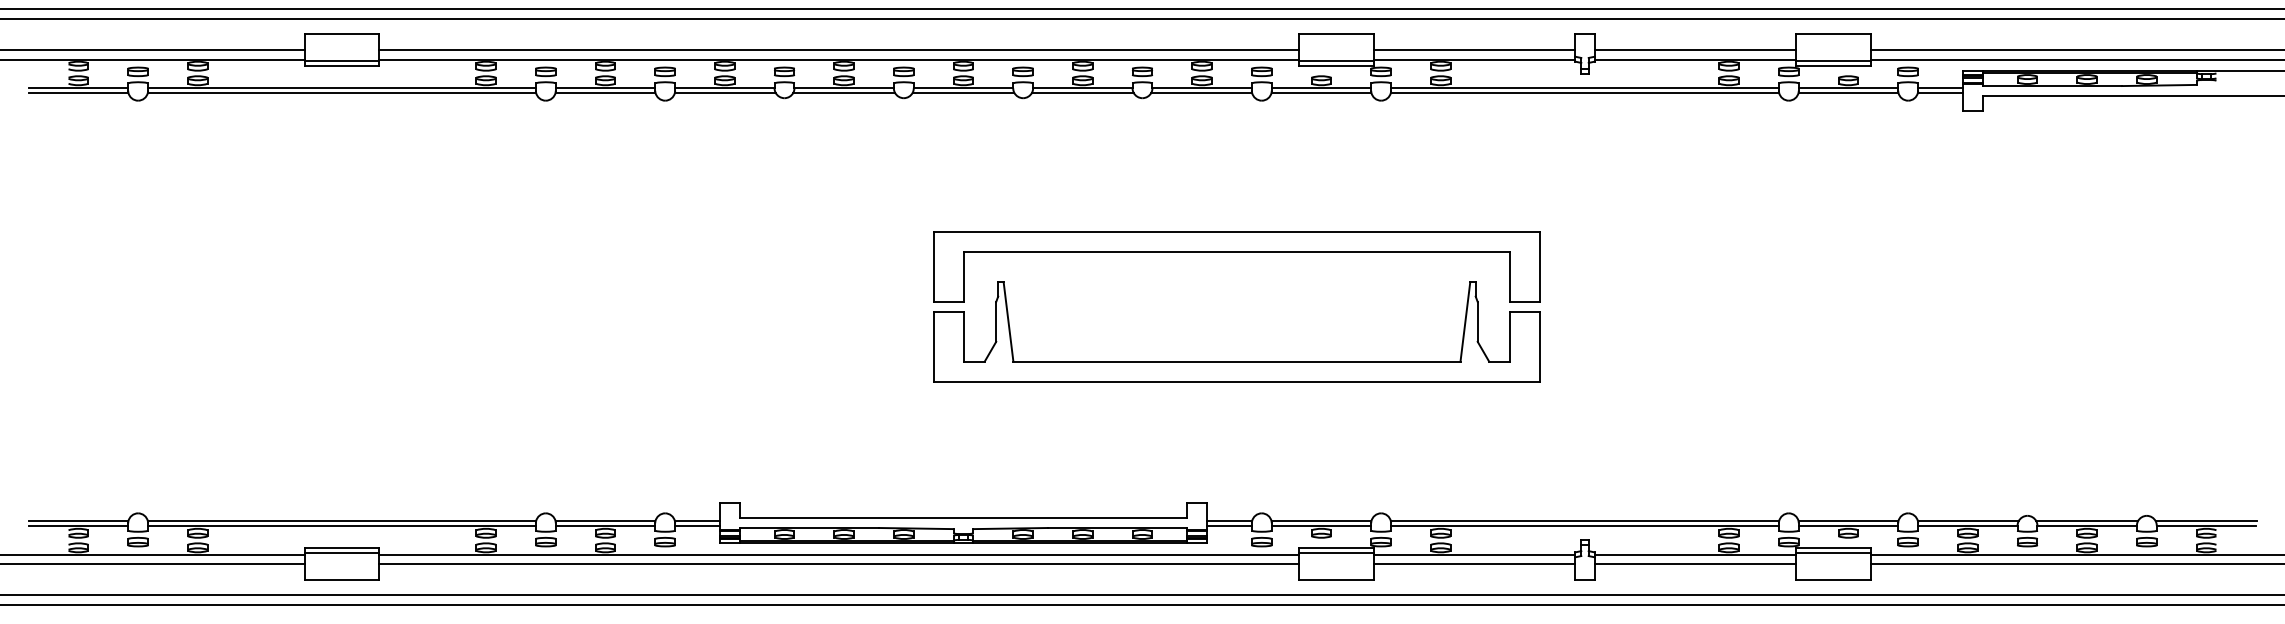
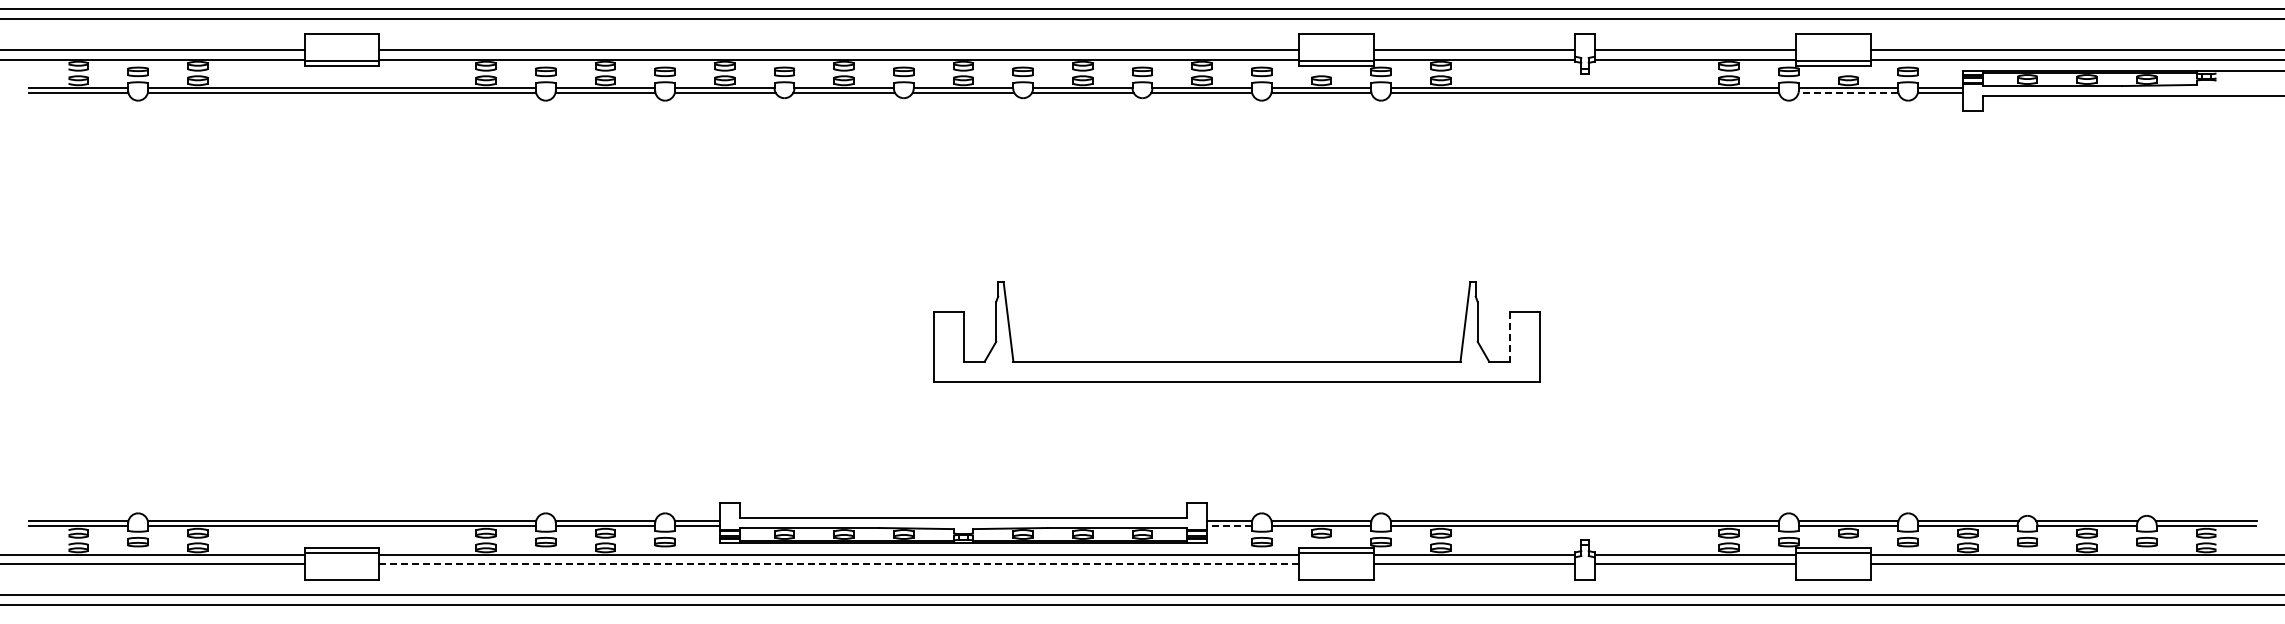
line at (1848, 92): solid -> dashed
part at (1236, 252): present -> none
line at (1510, 336): solid -> dashed
line at (1229, 526): solid -> dashed
line at (839, 564): solid -> dashed
